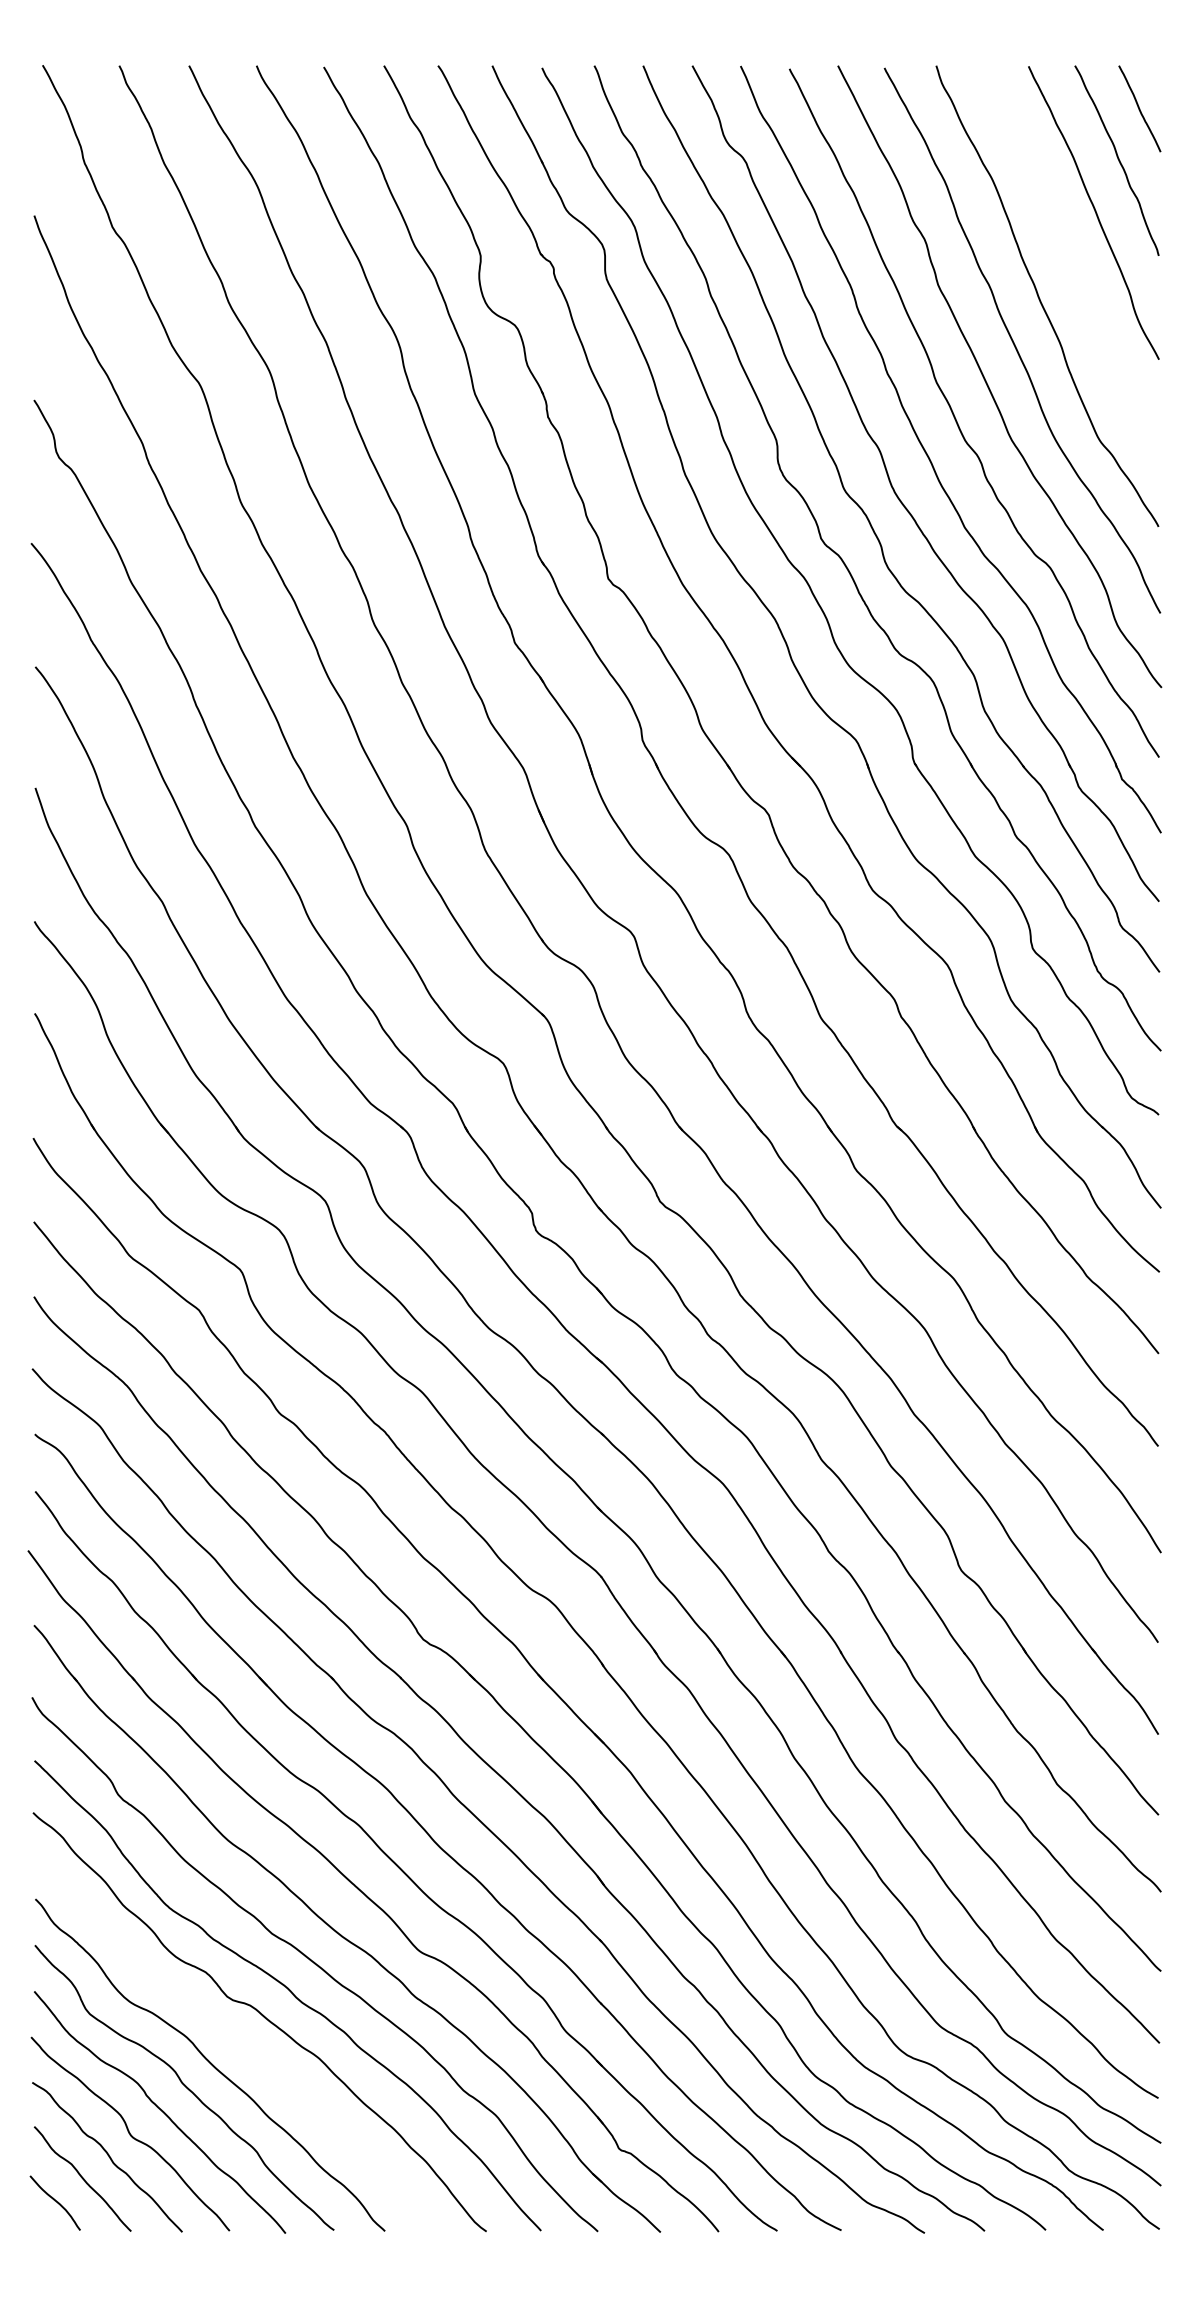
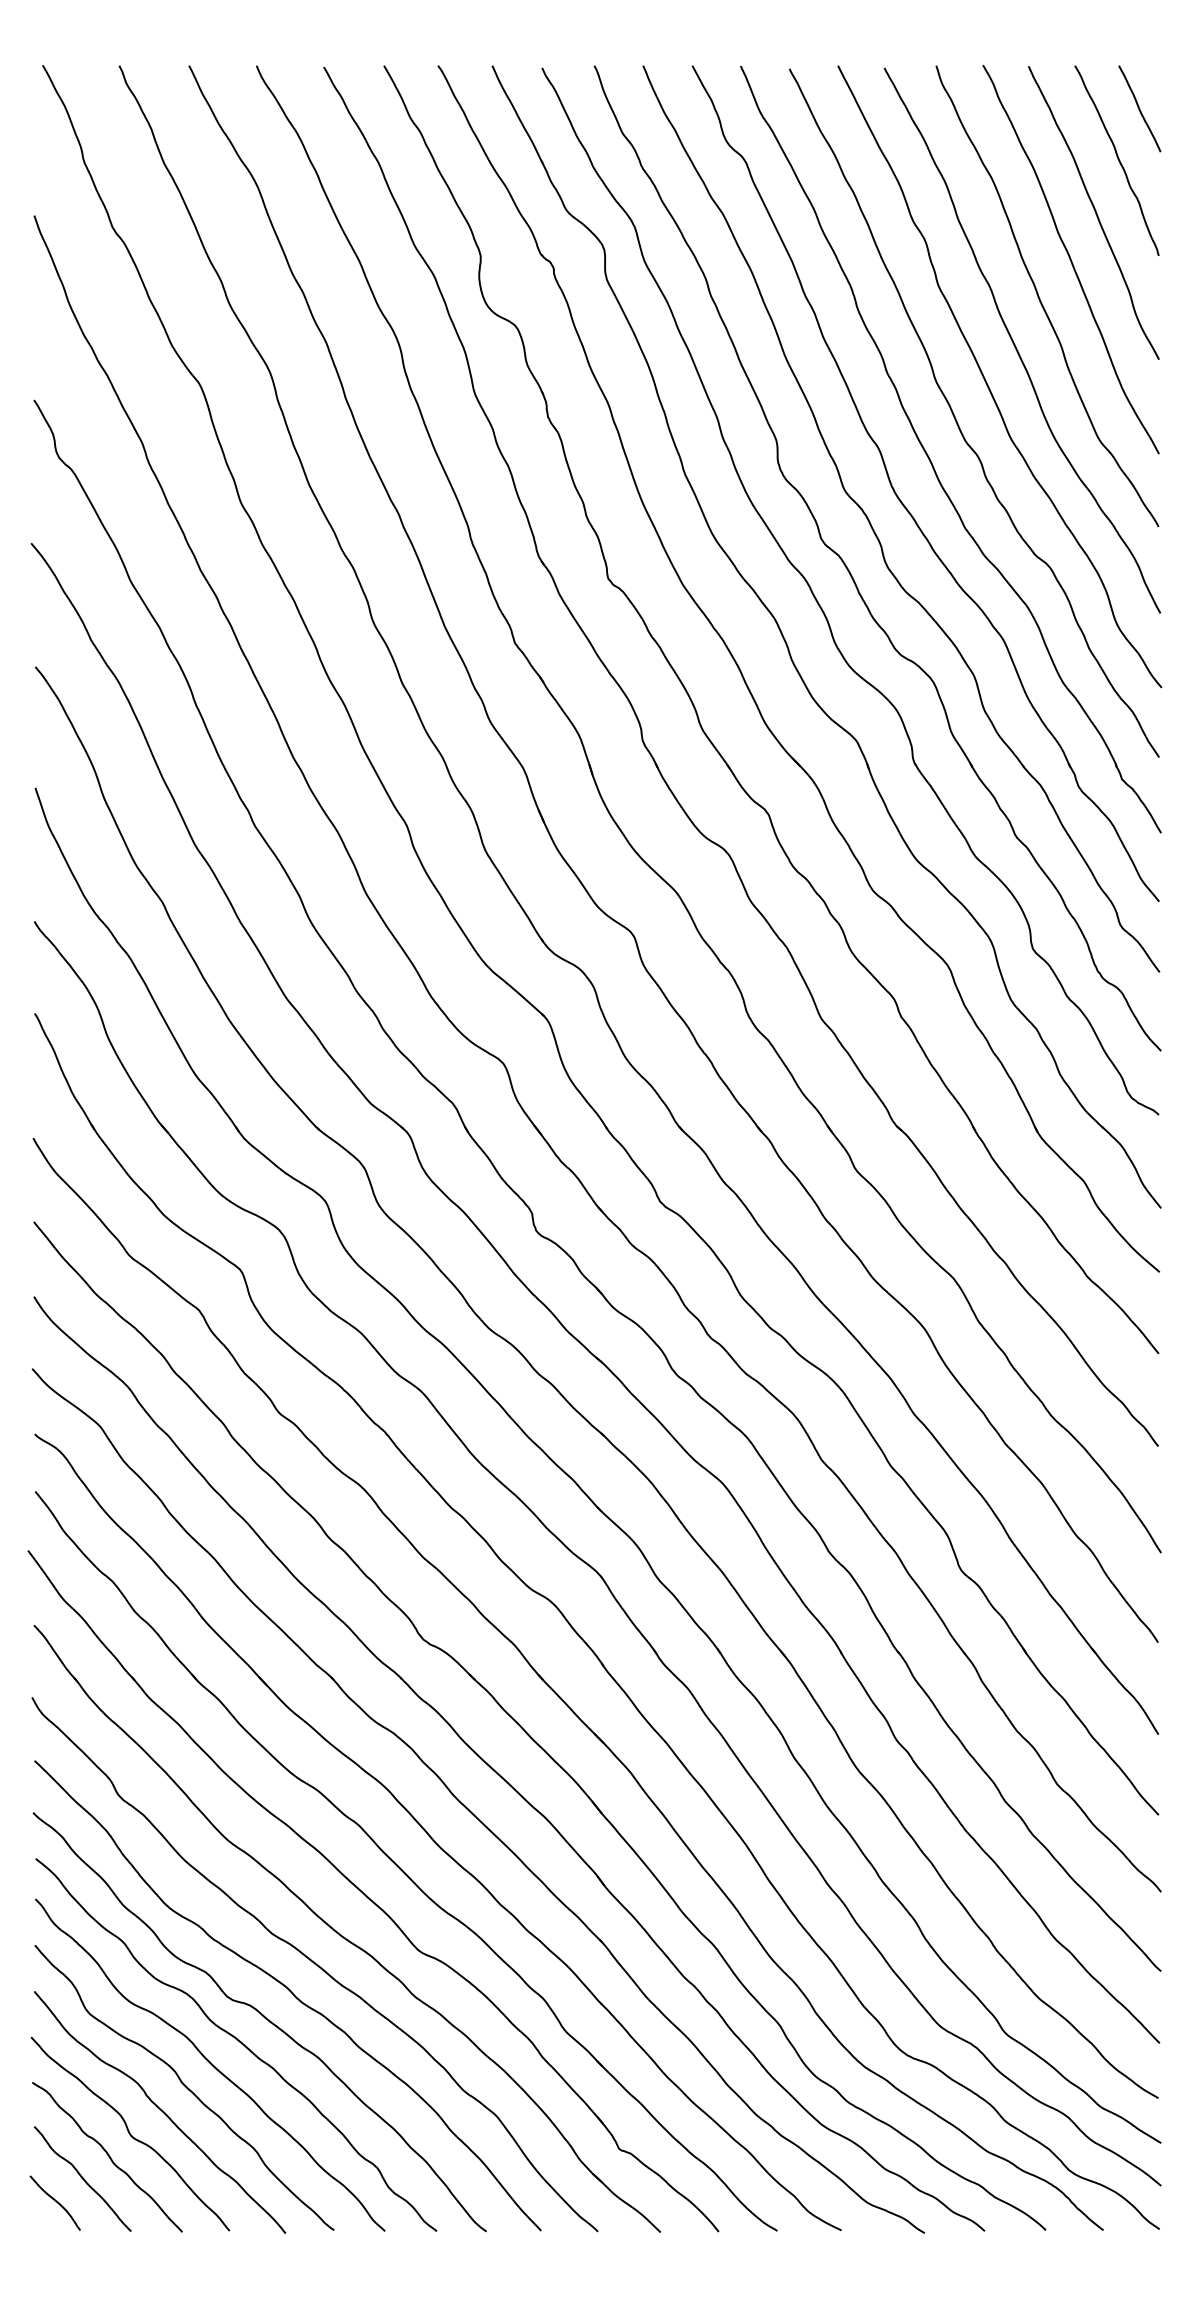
curve at (1070, 259): none -> present
curve at (238, 2041): none -> present
